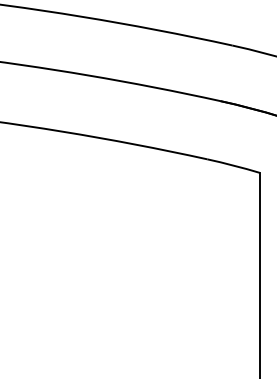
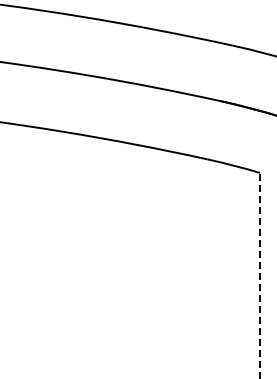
line at (259, 275): solid -> dashed
